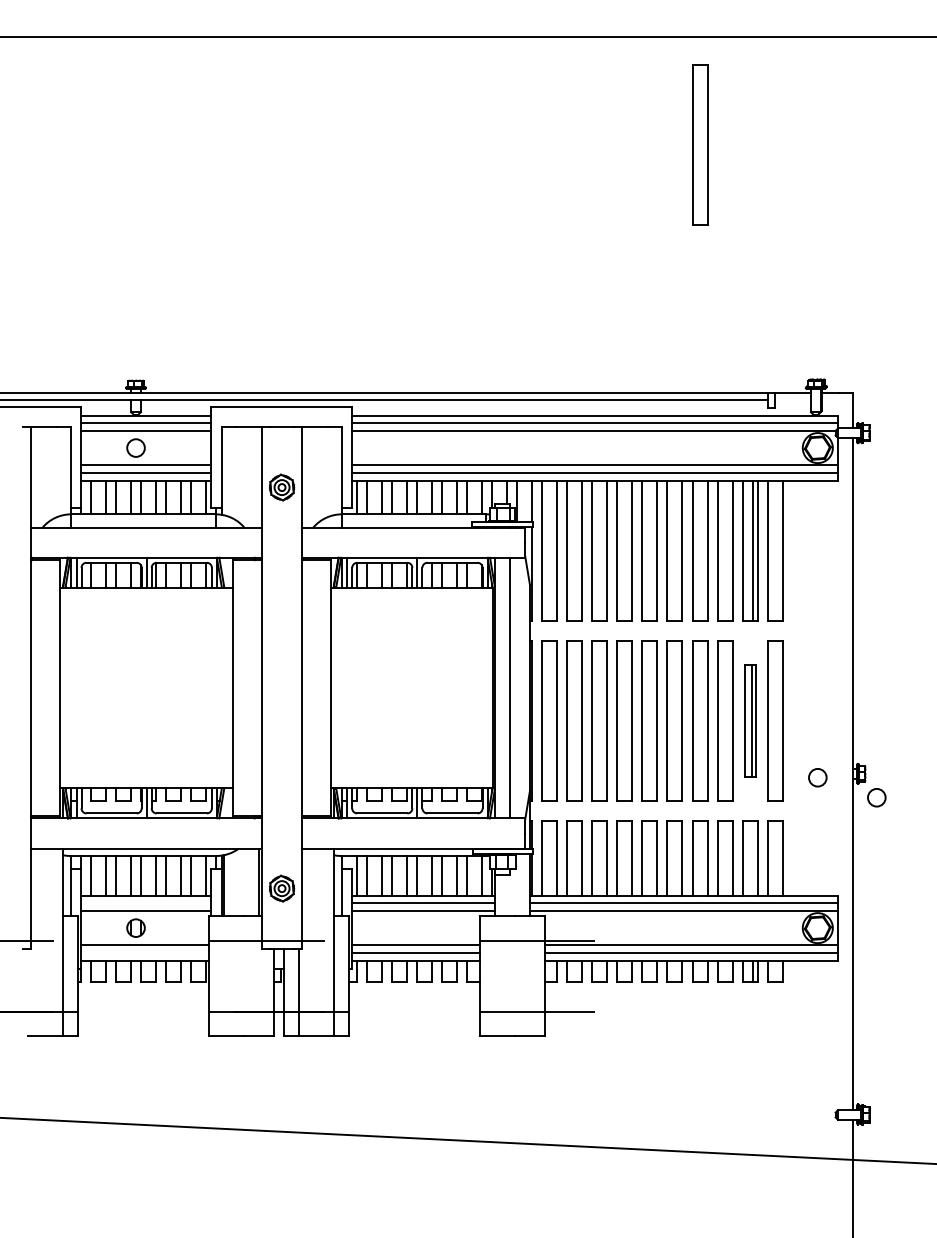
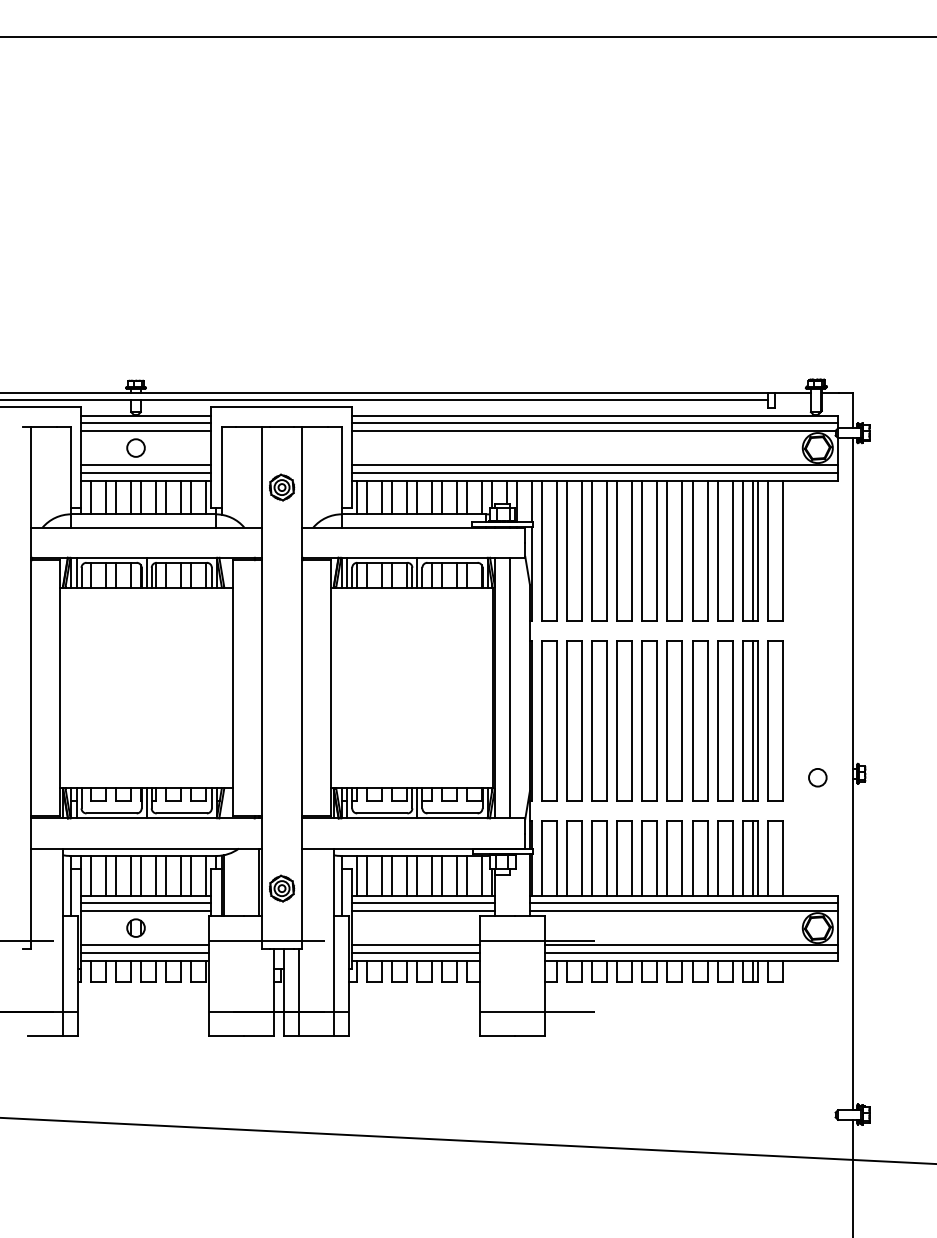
part at (700, 144): present -> none
part at (750, 720) size: 13x114 px -> 17x162 px
circle at (876, 797): present -> none
line at (752, 858): none -> present
line at (145, 903): none -> present
line at (144, 953): none -> present
